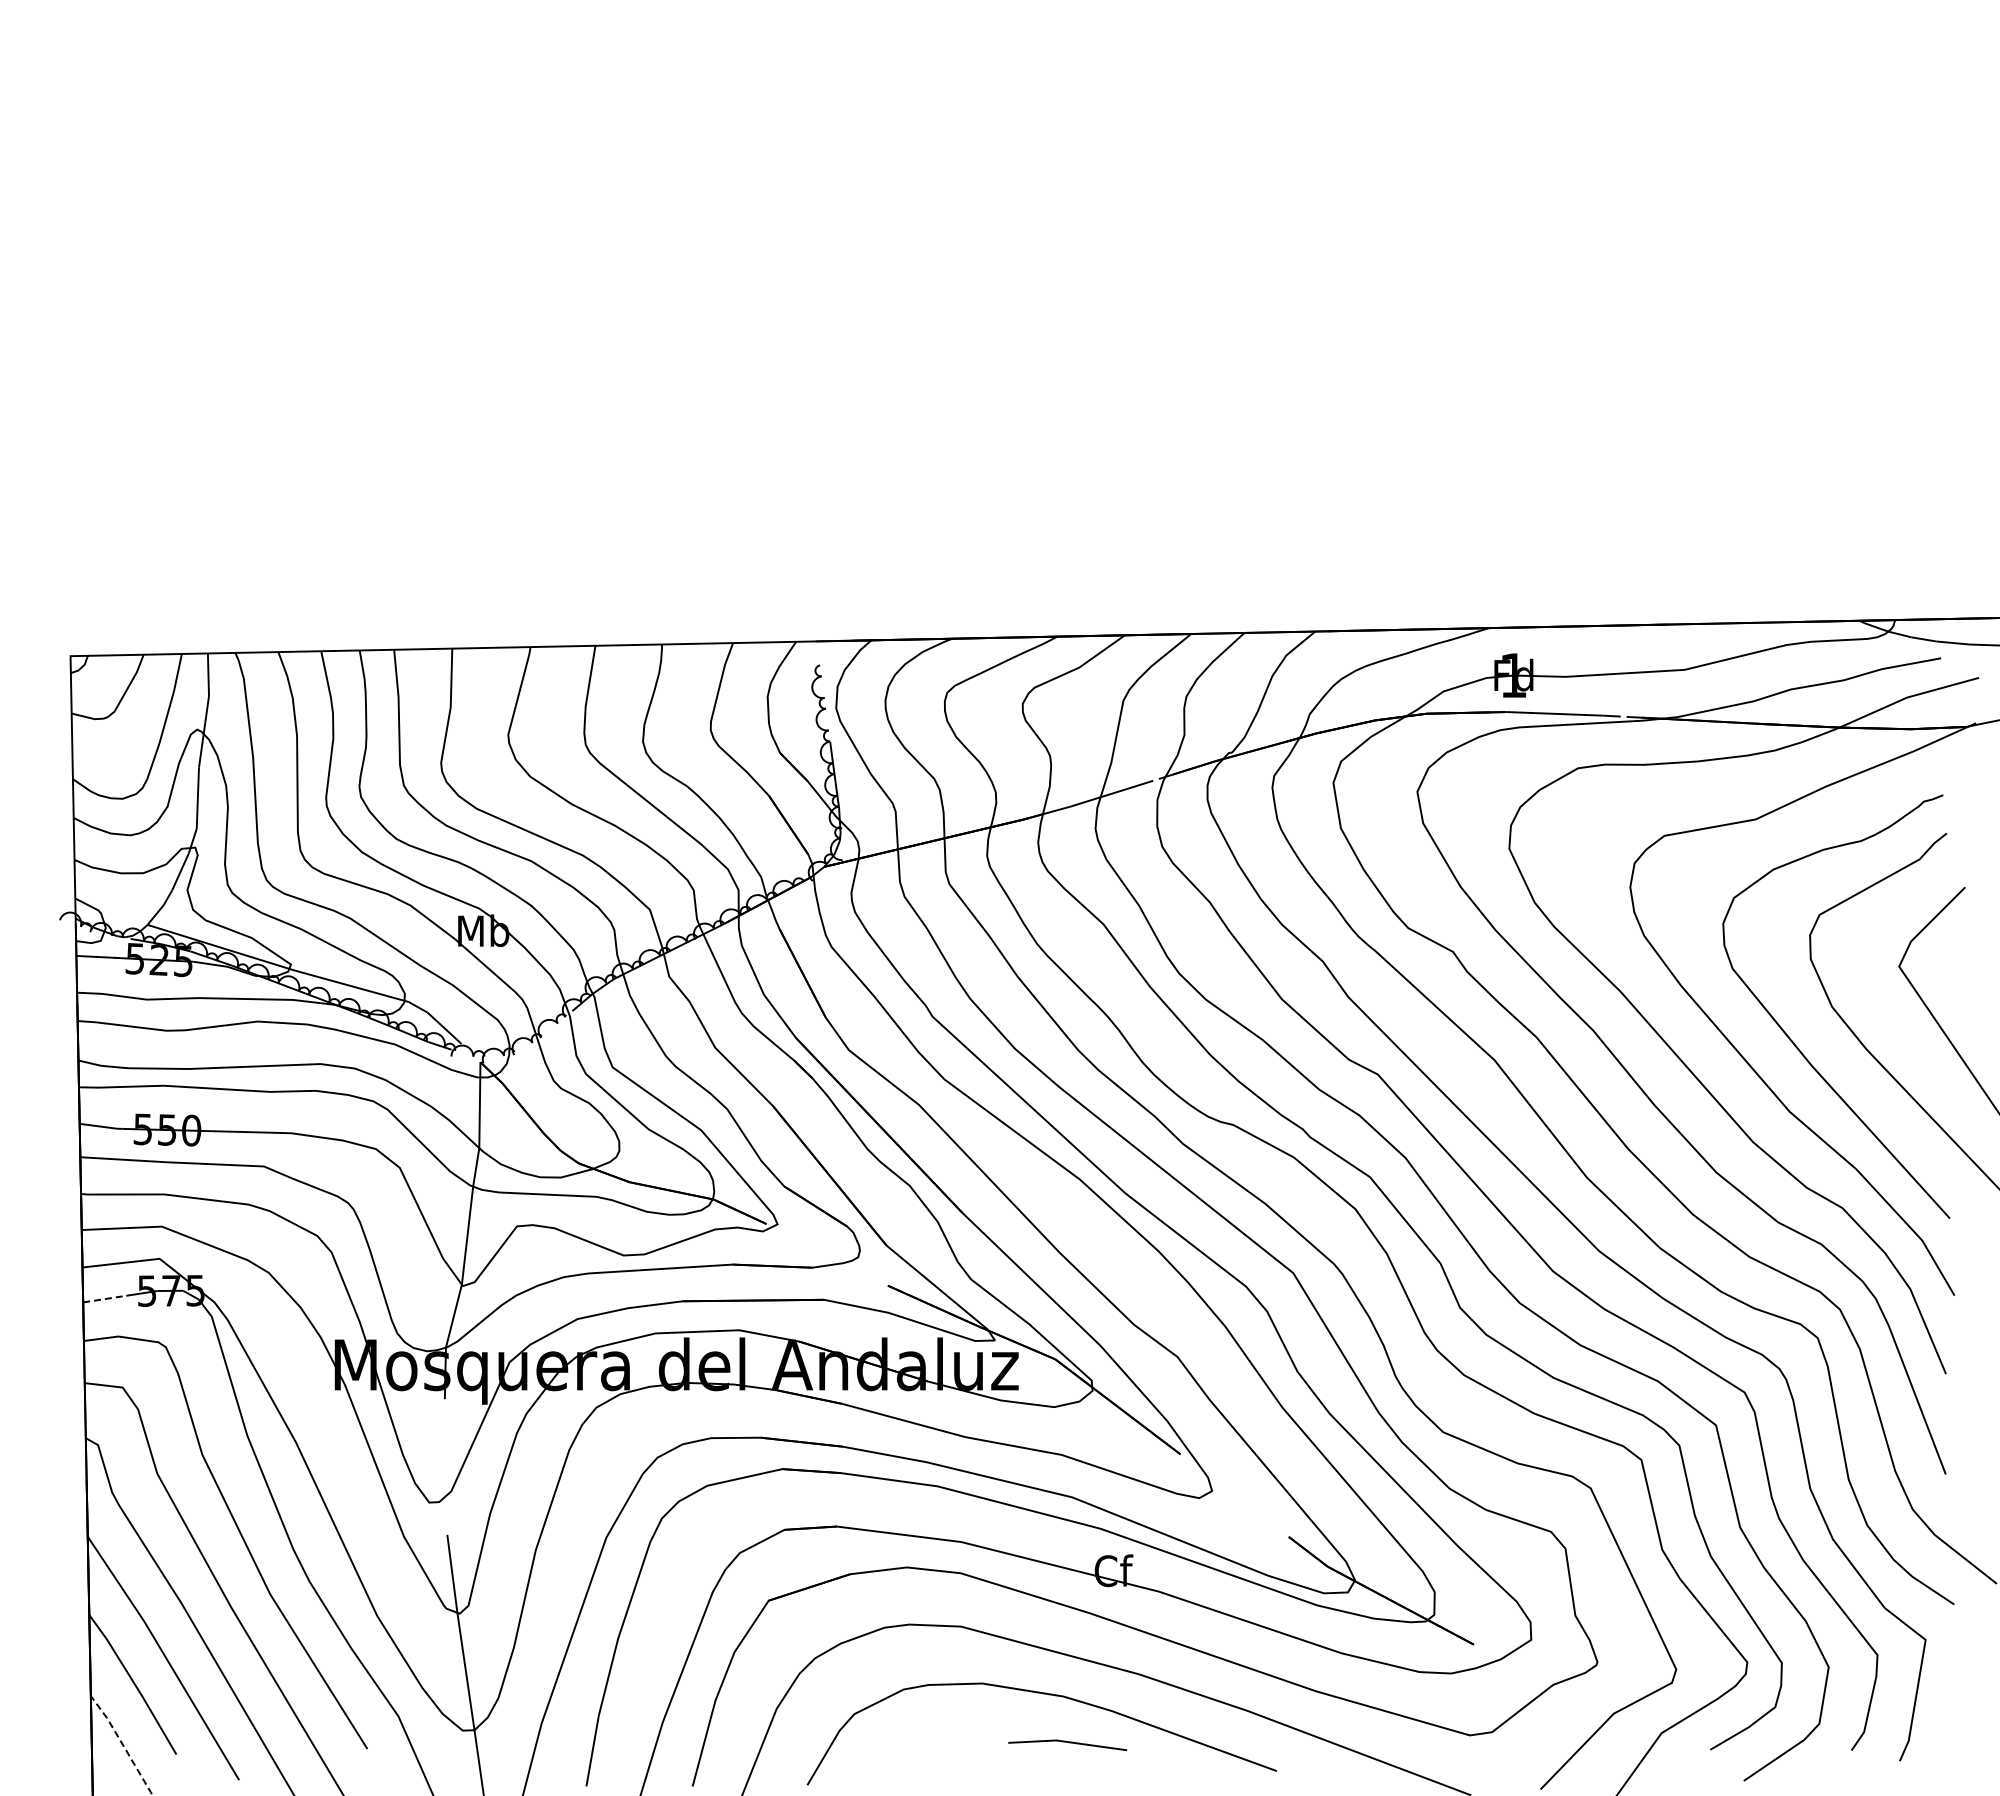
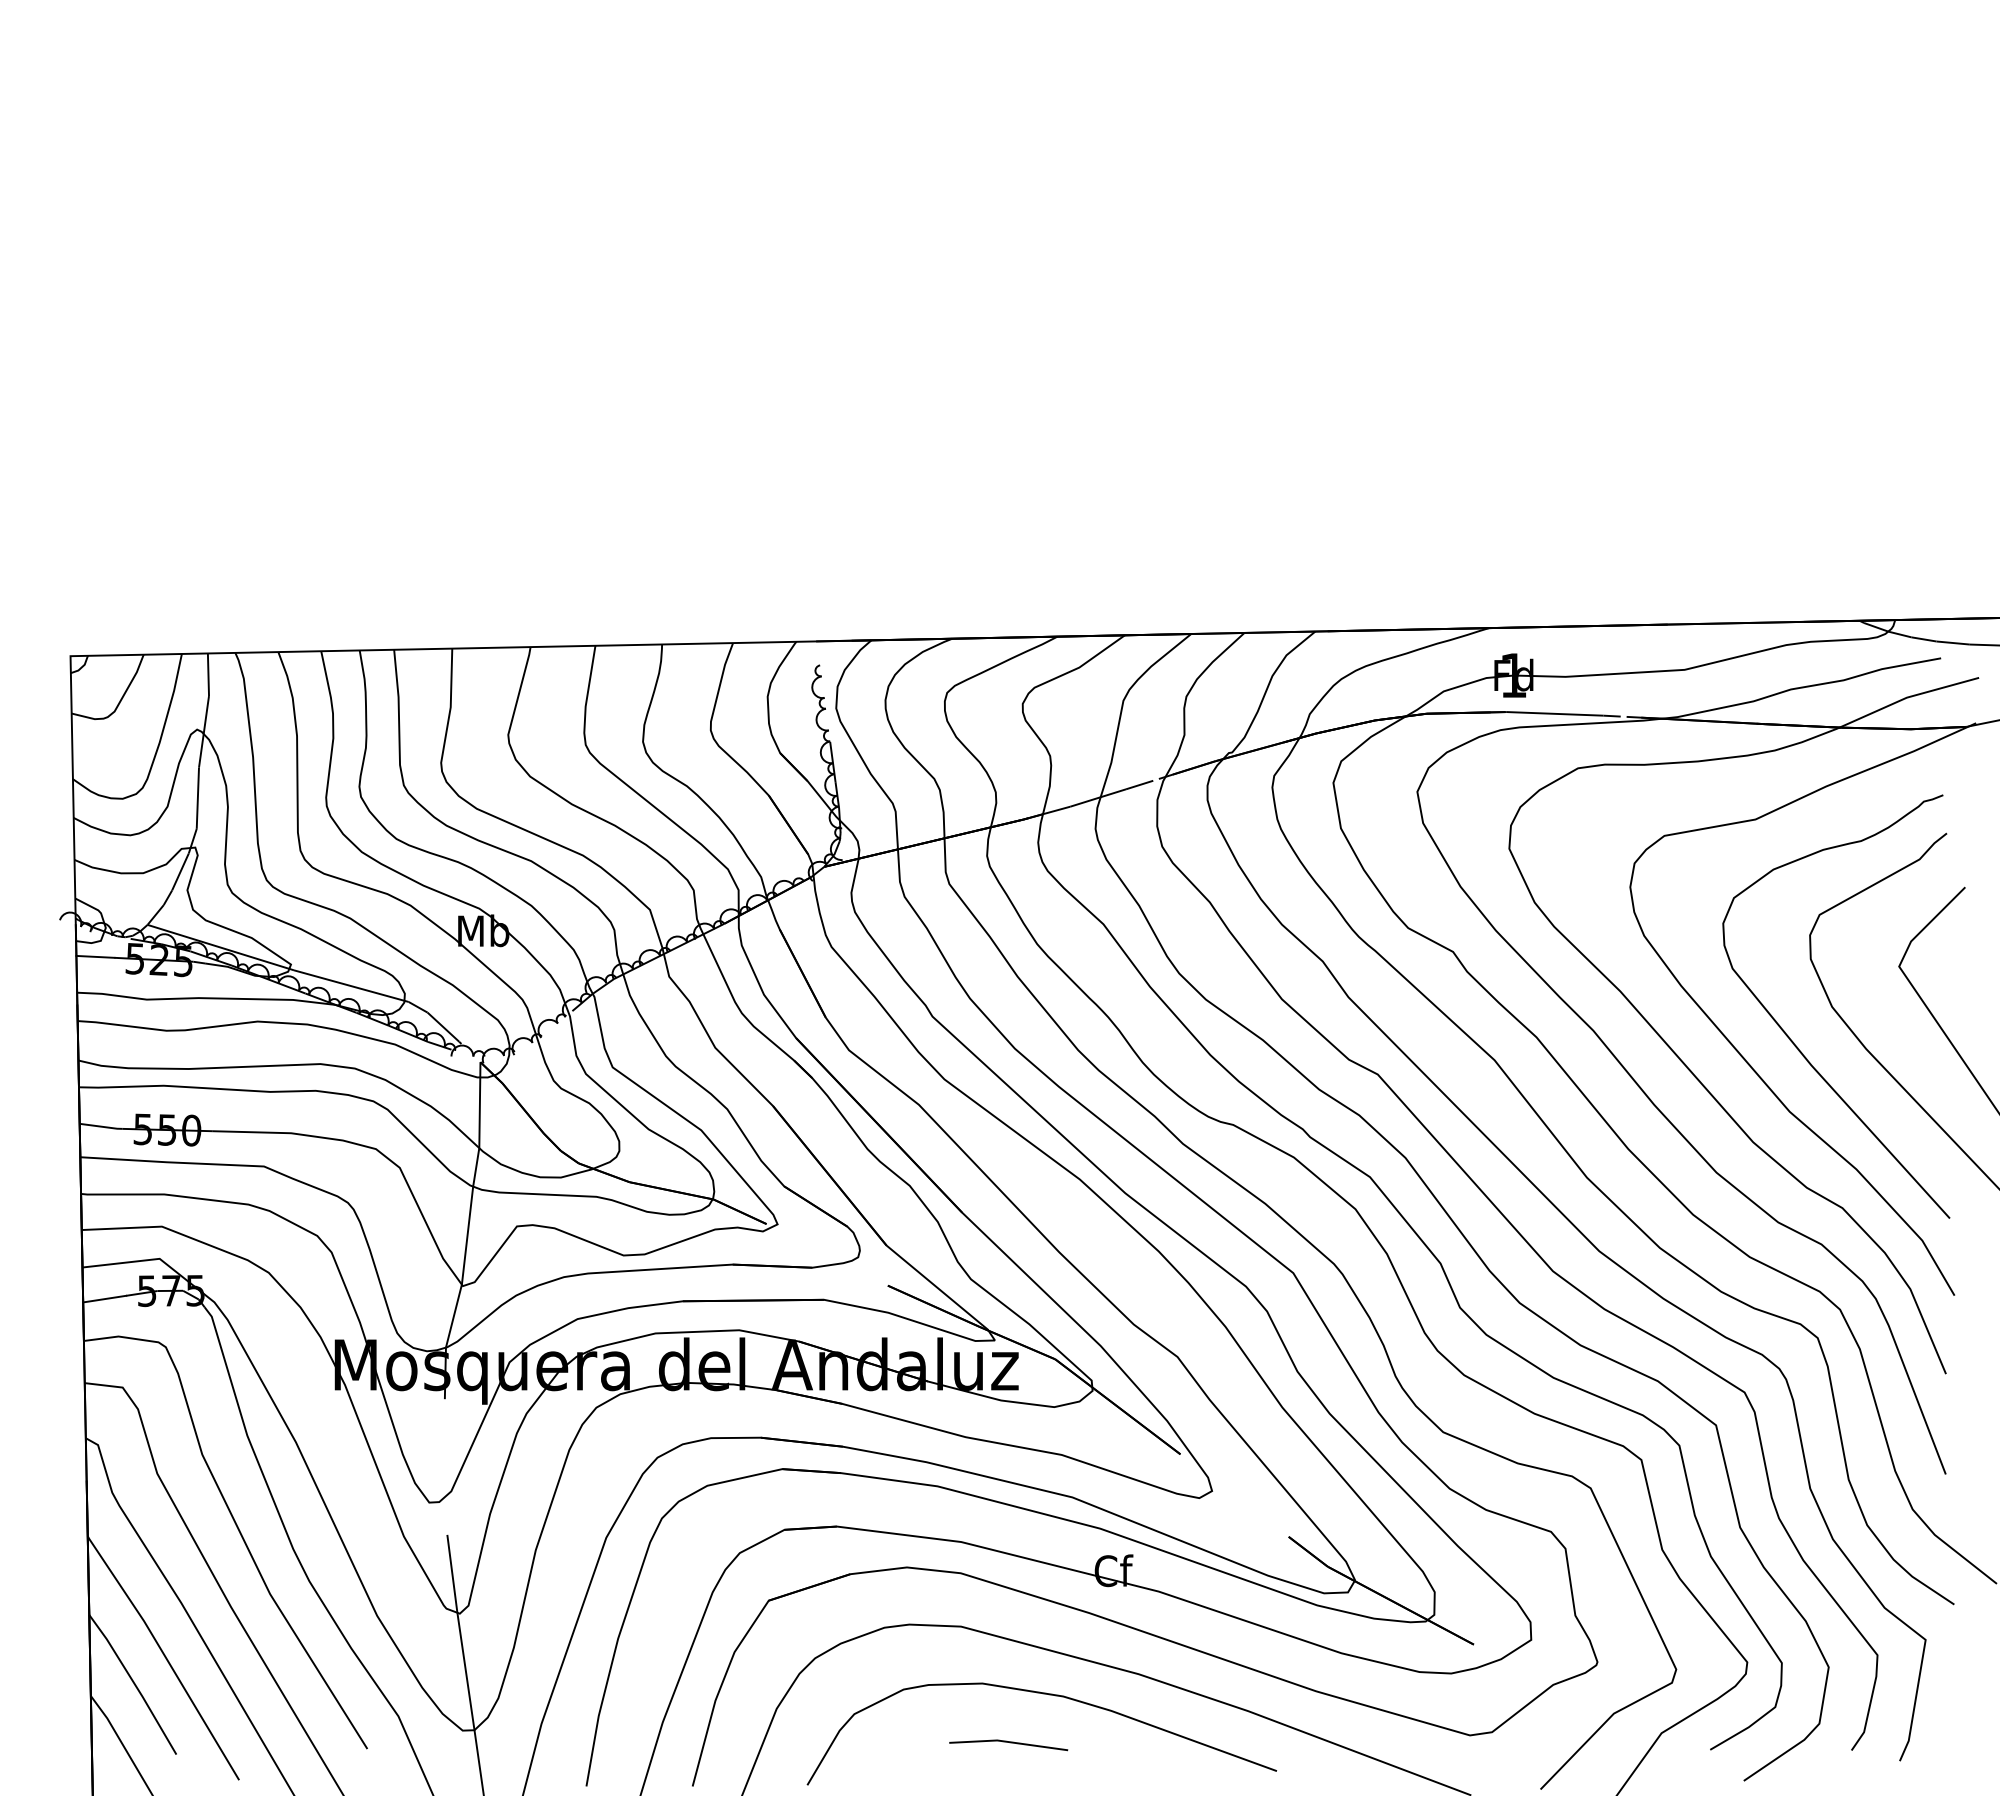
line at (104, 1299): dashed -> solid
line at (1068, 1743) position: (1068, 1743) -> (1009, 1743)
line at (122, 1744): dashed -> solid
